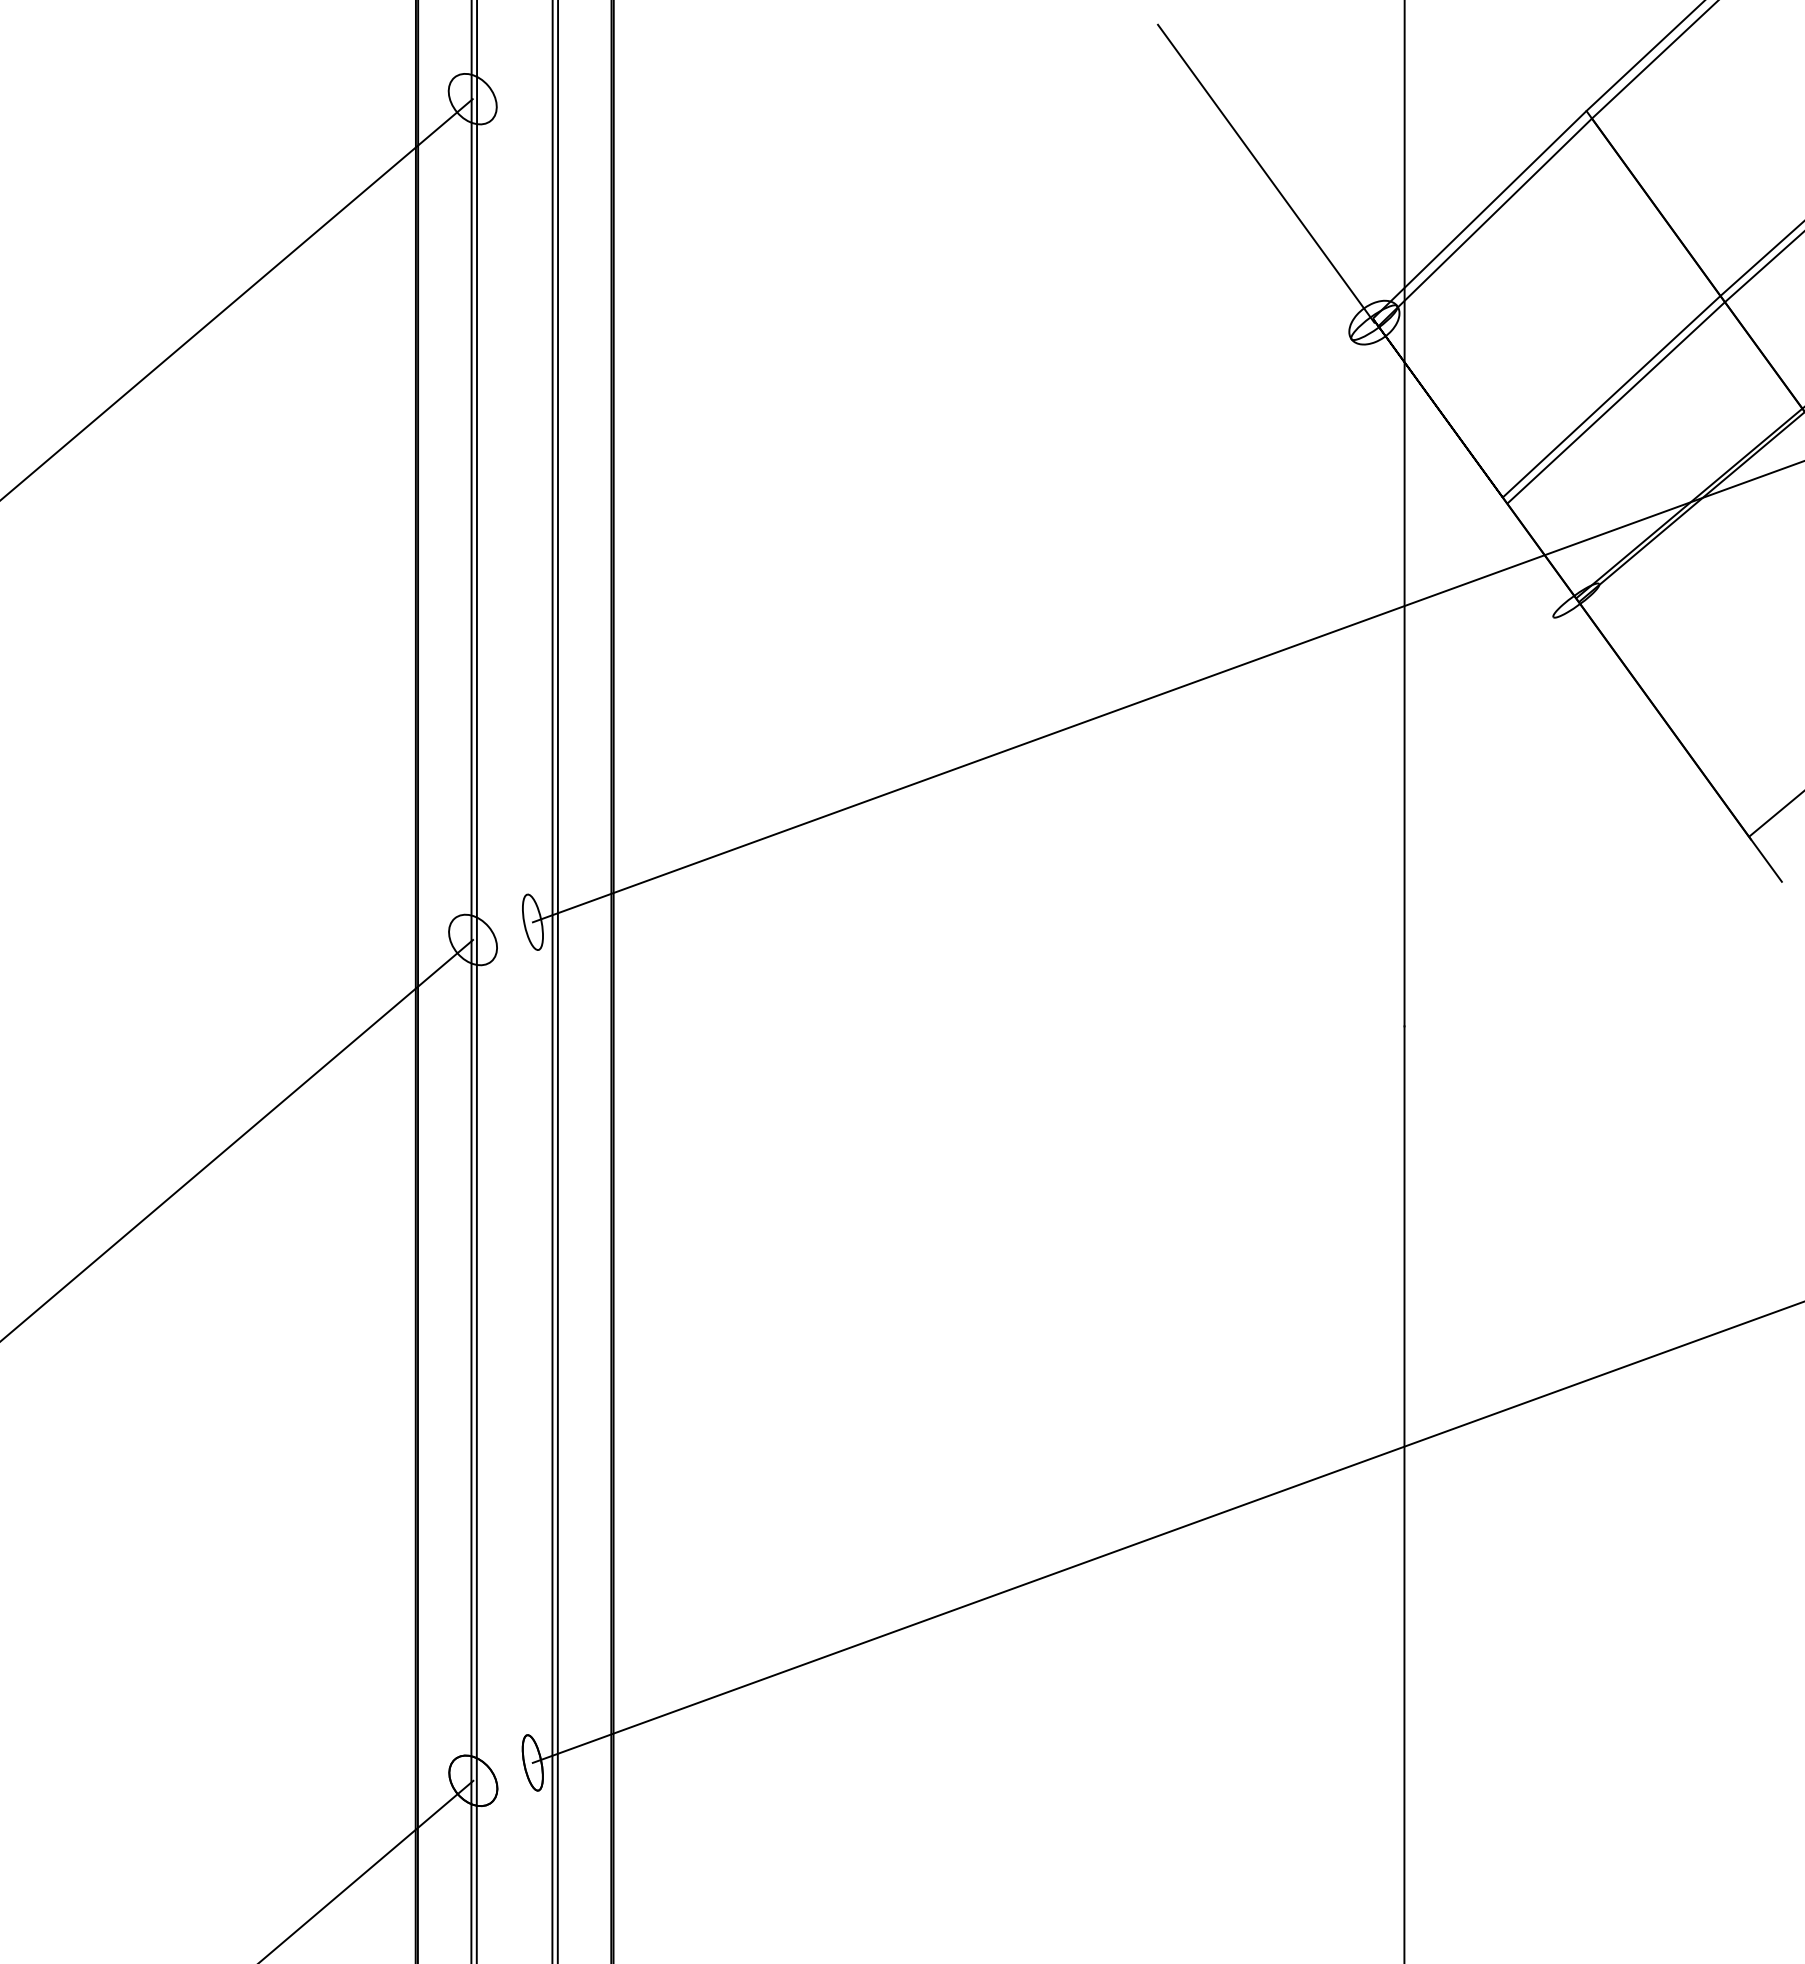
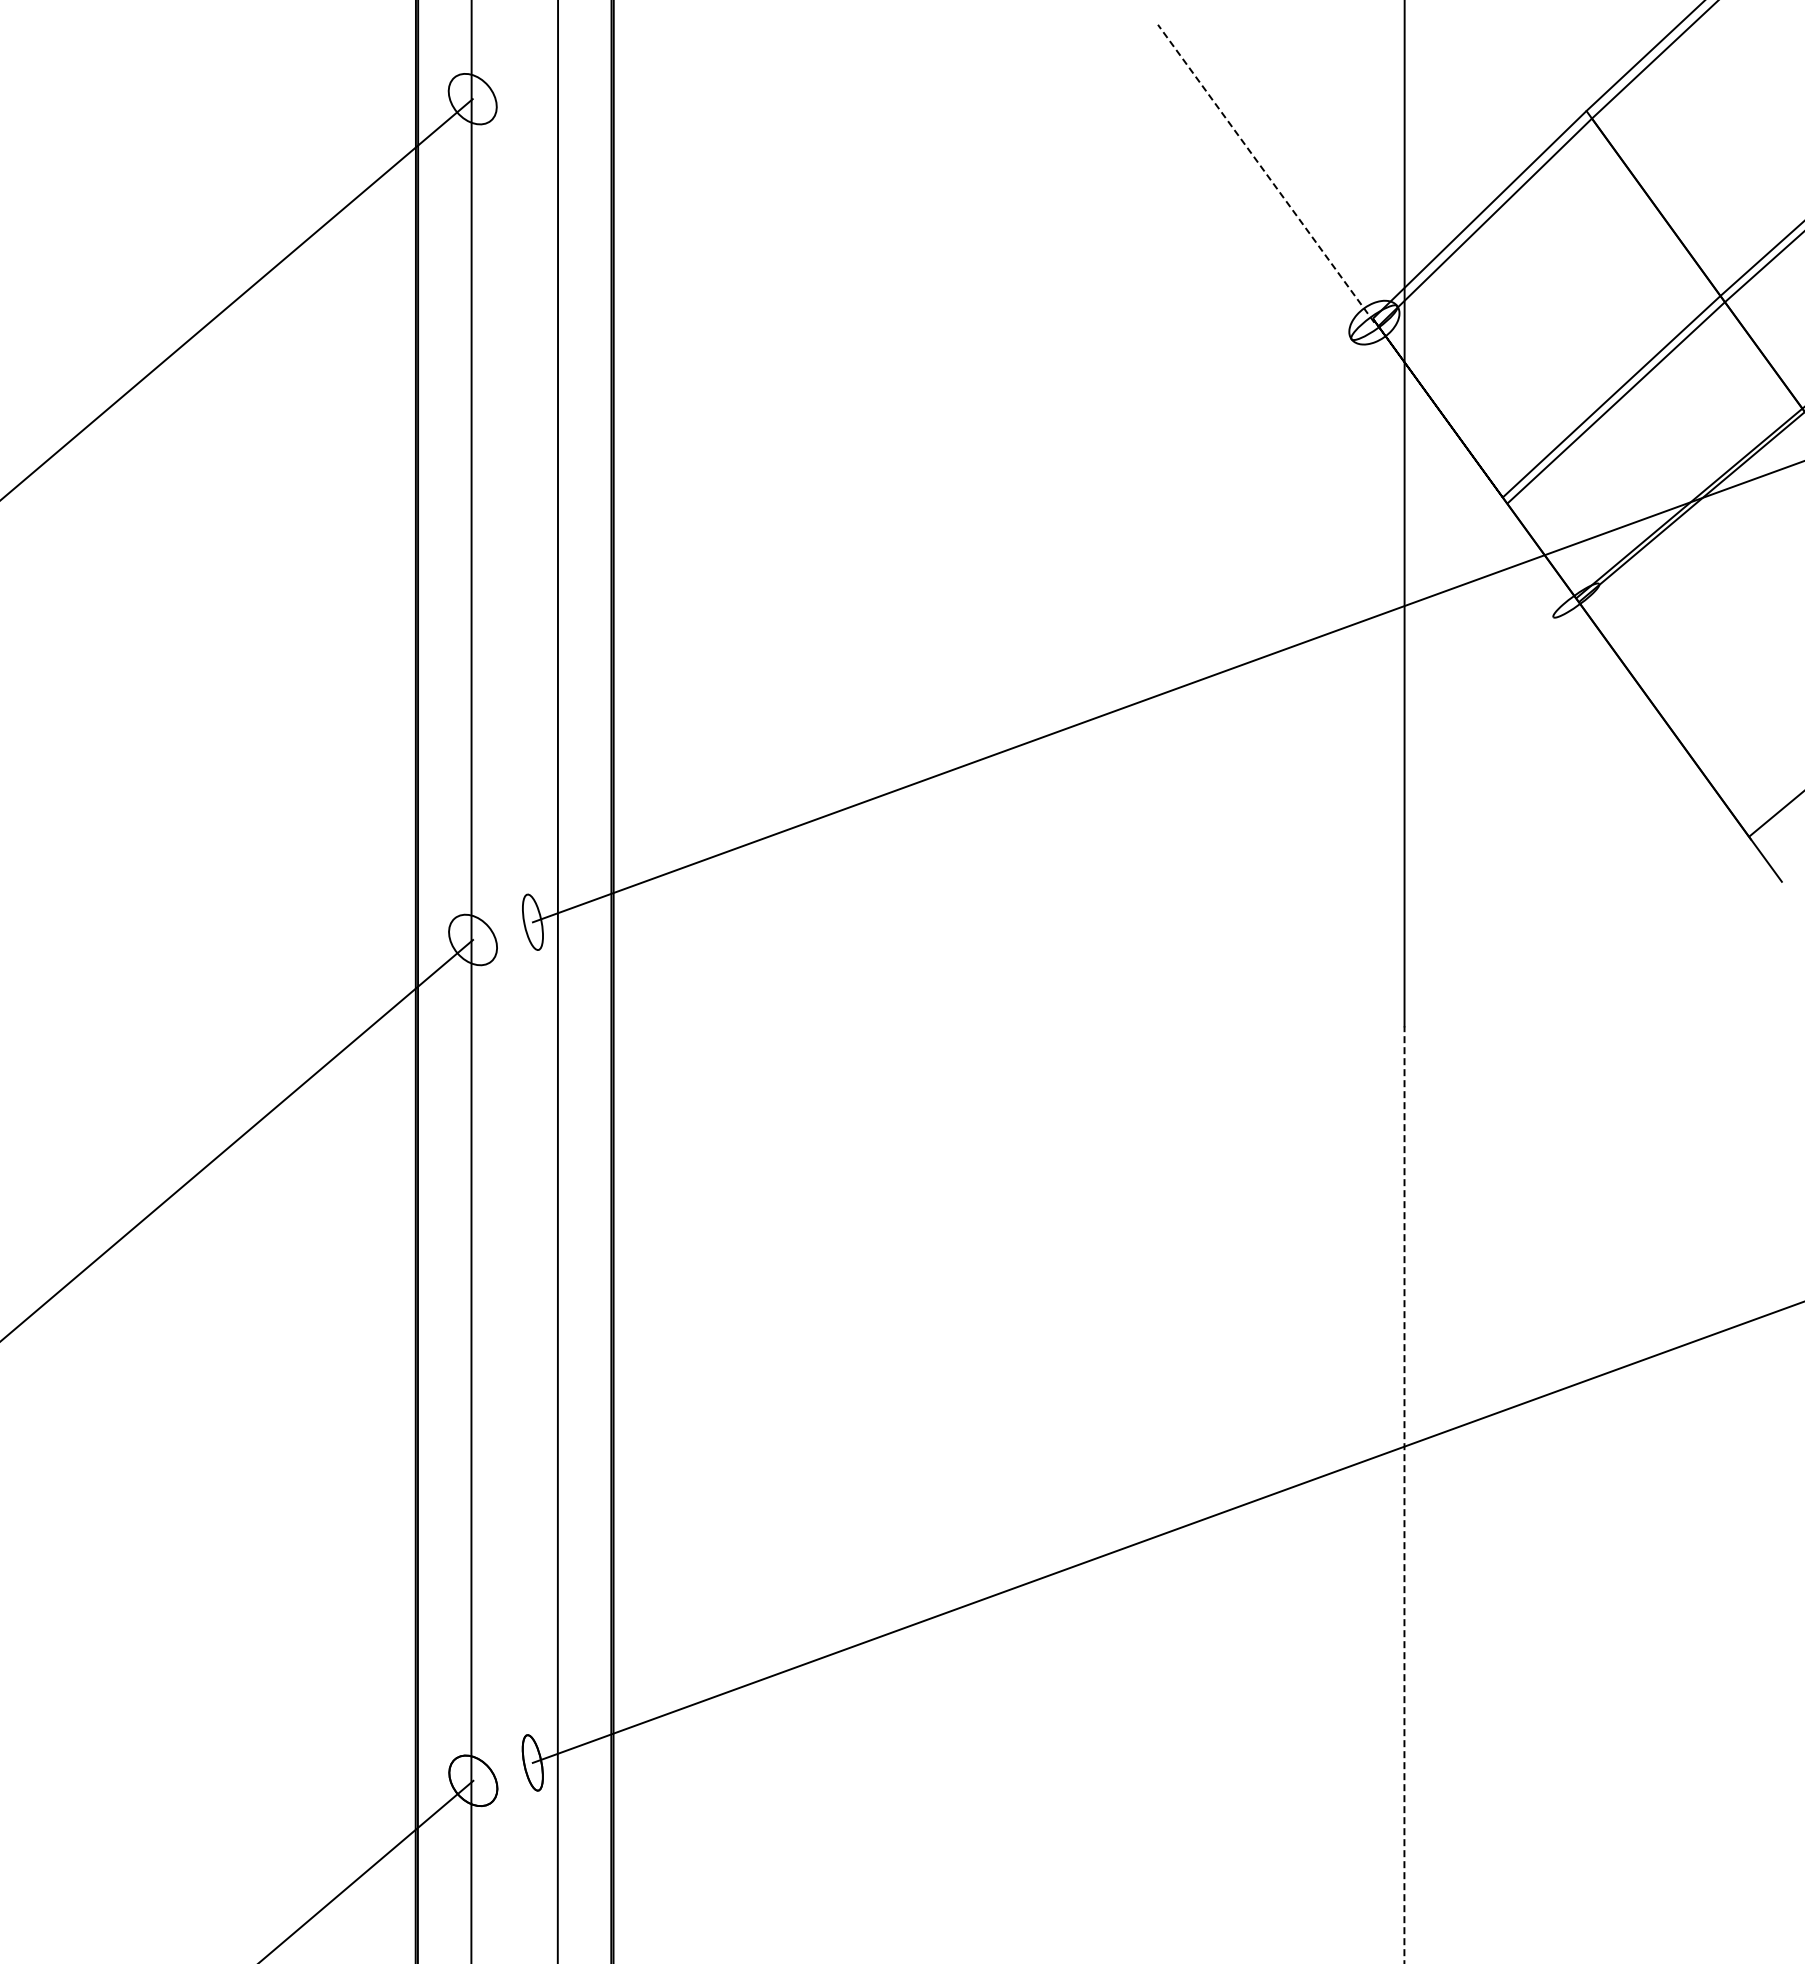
line at (1265, 173): solid -> dashed
line at (476, 981): present -> none
line at (552, 981): present -> none
line at (1404, 1494): solid -> dashed
